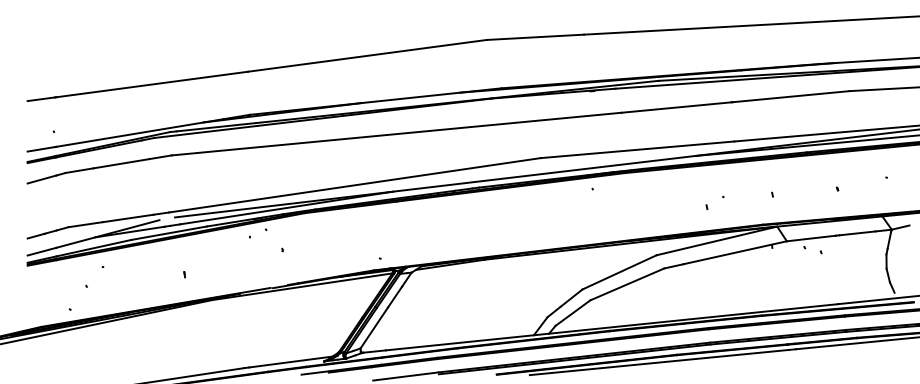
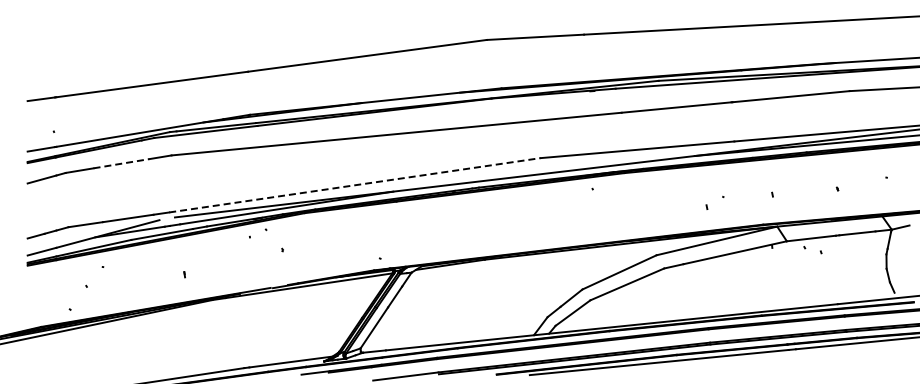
line at (122, 163): solid -> dashed
line at (354, 185): solid -> dashed
